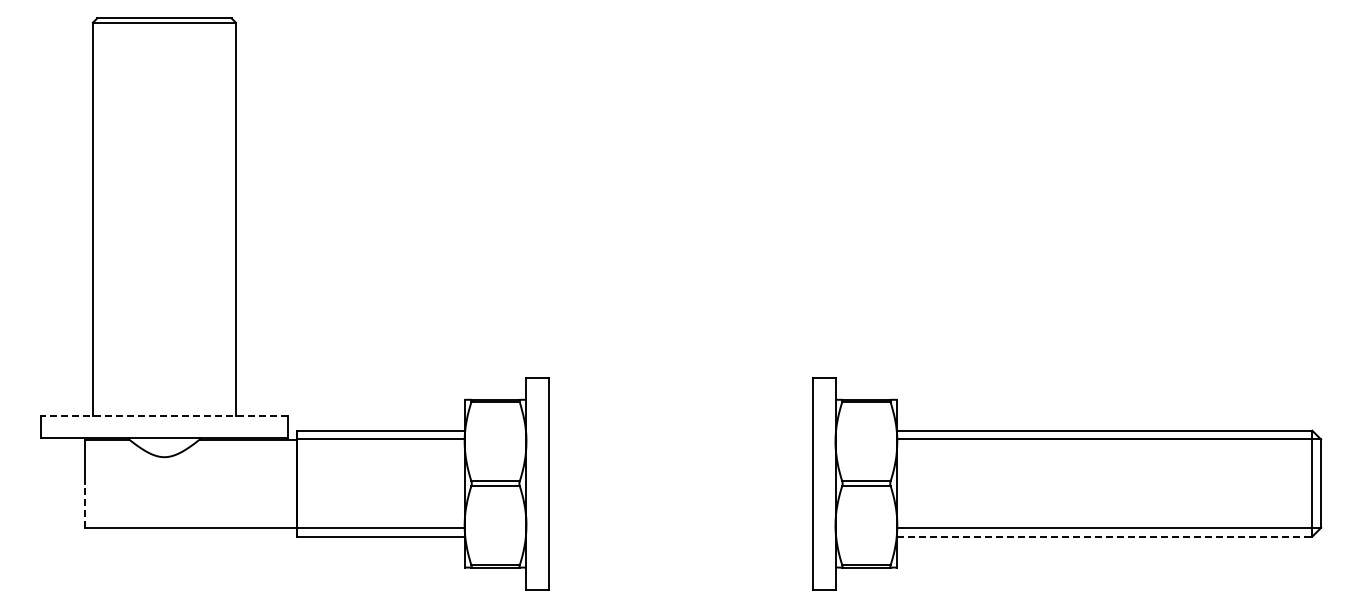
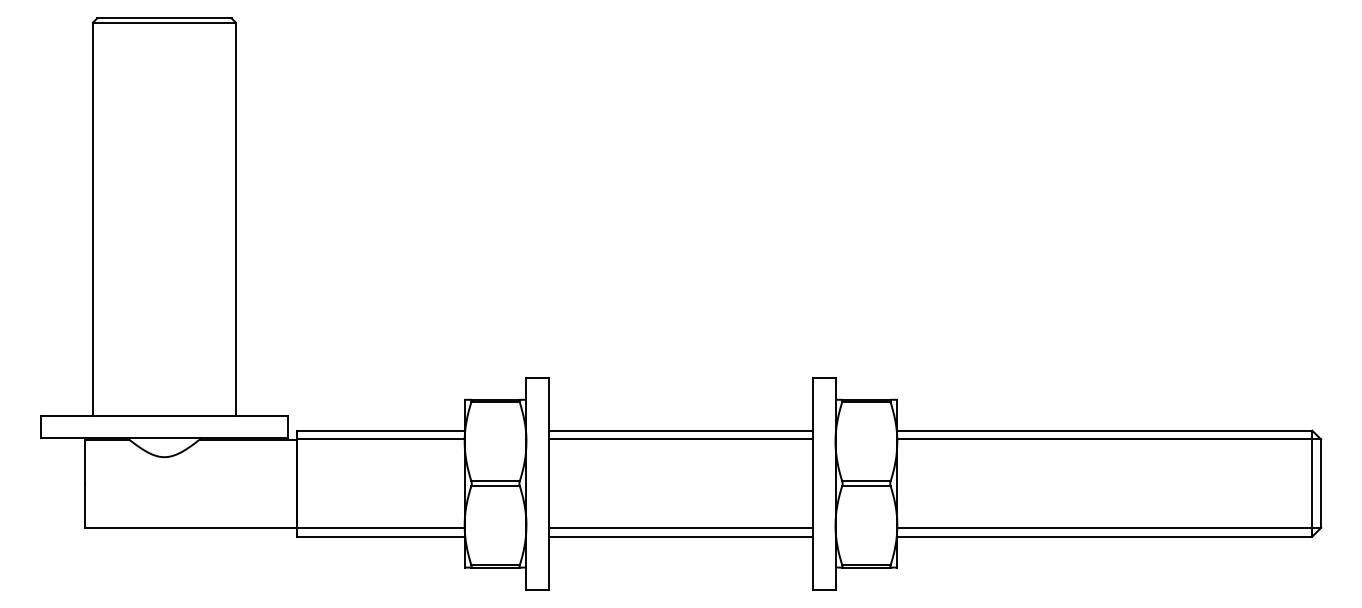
line at (164, 415): dashed -> solid
line at (680, 430): none -> present
line at (680, 439): none -> present
line at (84, 505): dashed -> solid
line at (680, 528): none -> present
line at (680, 536): none -> present
line at (1105, 536): dashed -> solid
